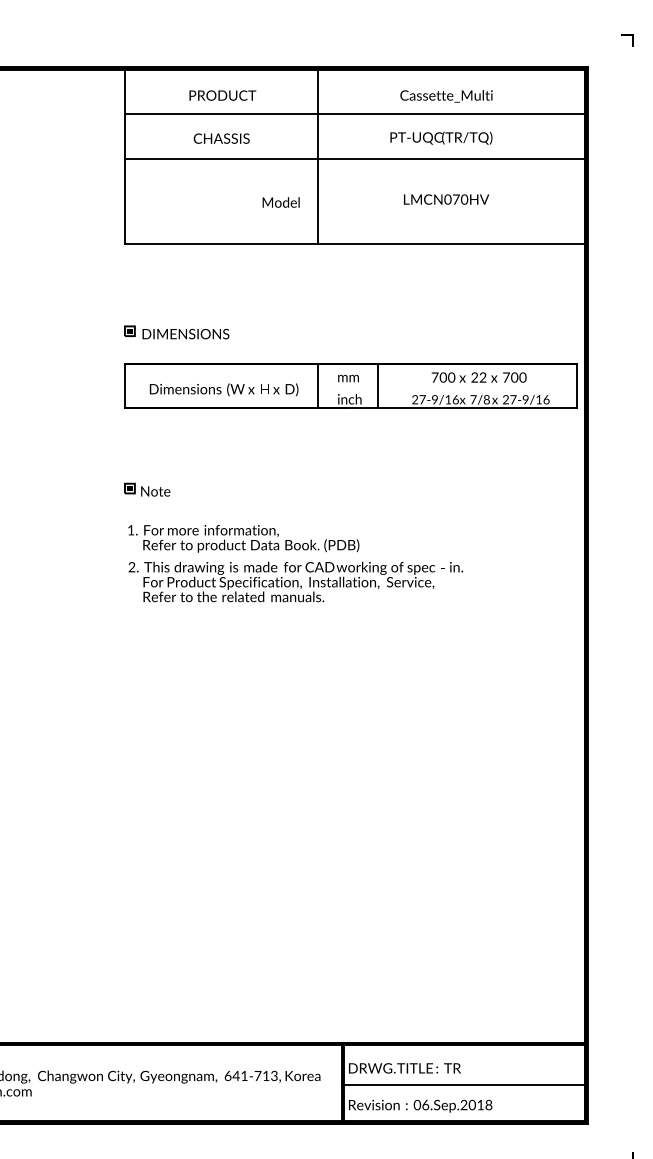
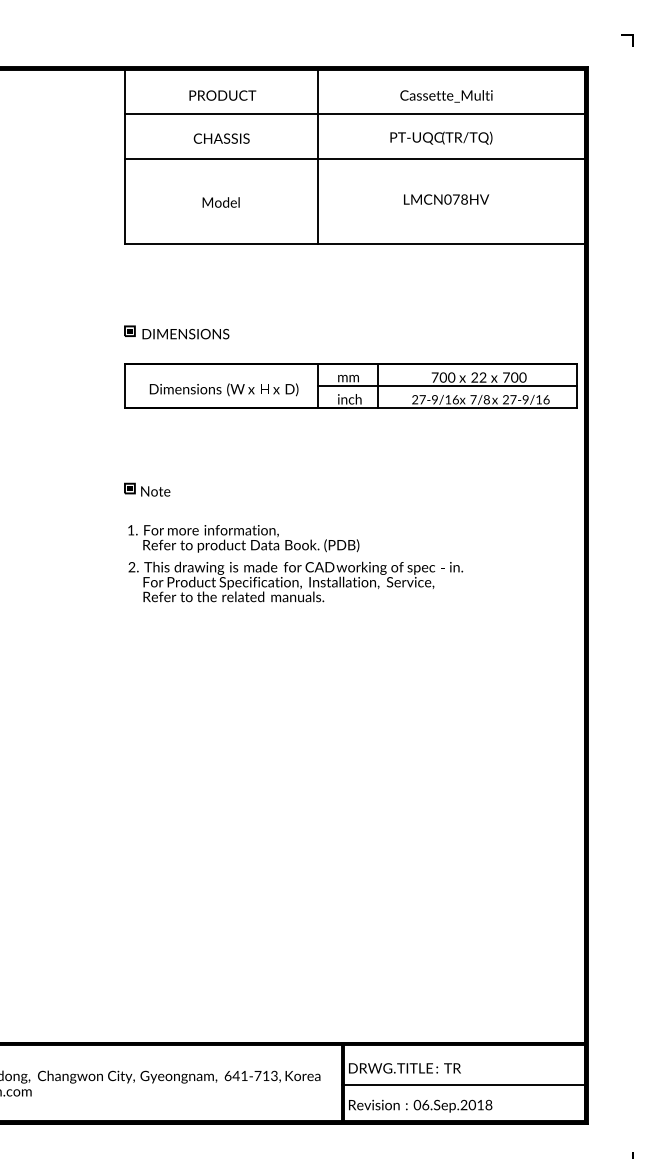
text at (464, 199): LMCN070HV -> LMCN078HV
text at (280, 202) position: (280, 202) -> (220, 202)
line at (446, 385): none -> present
